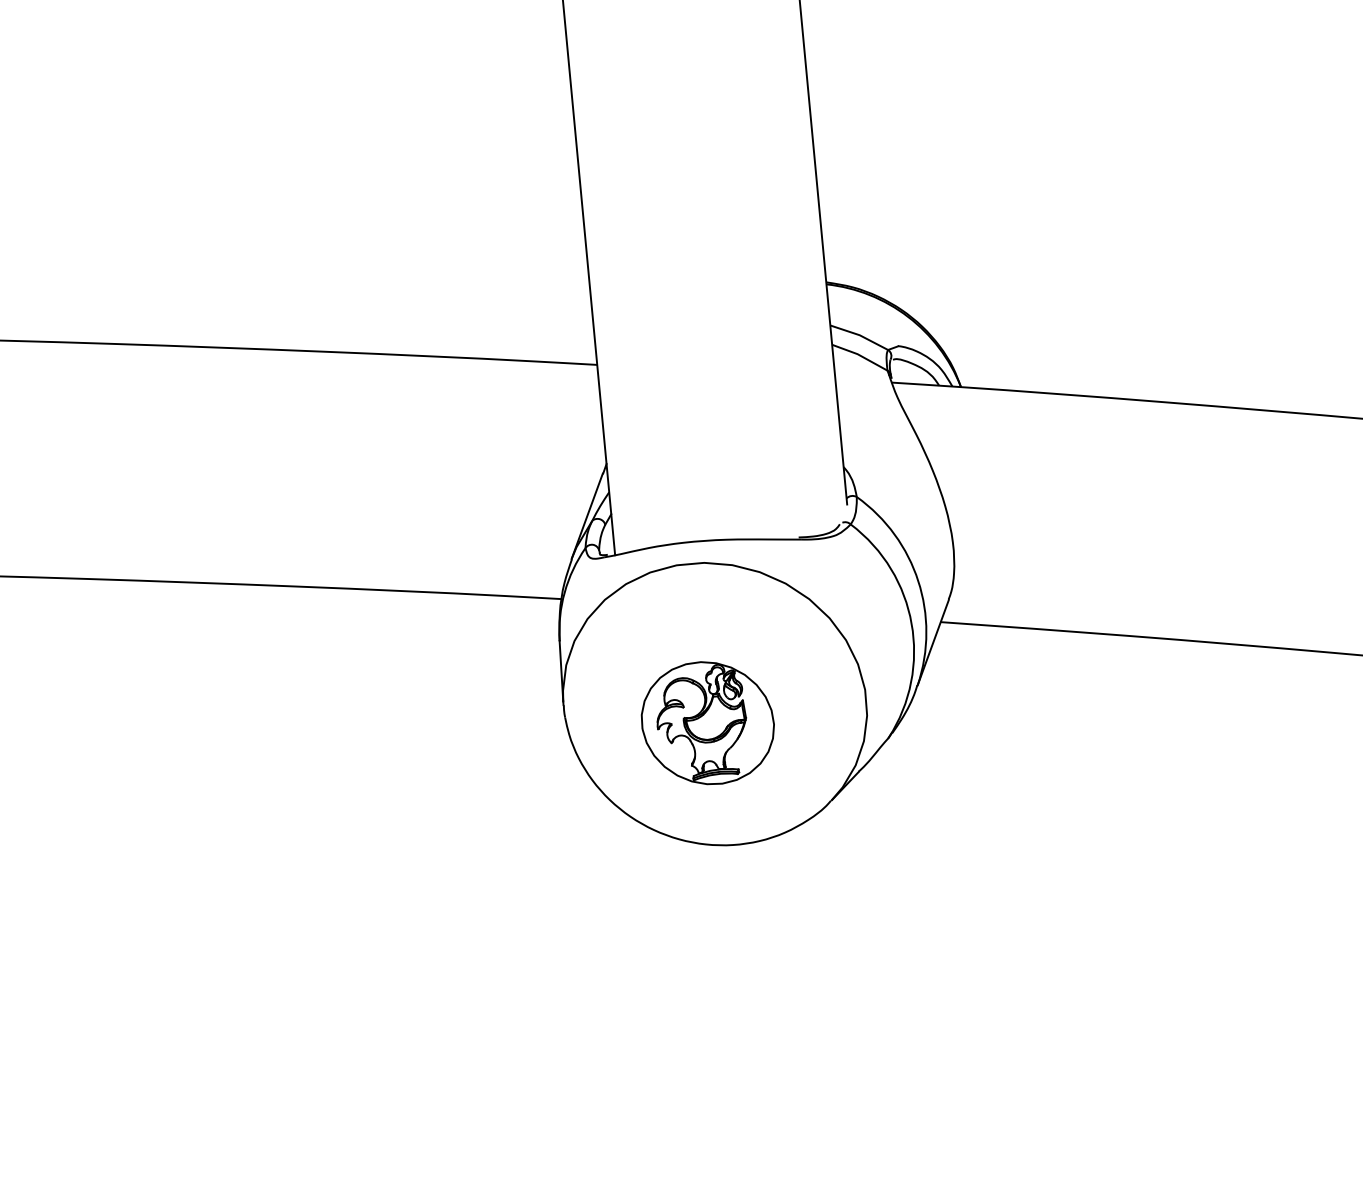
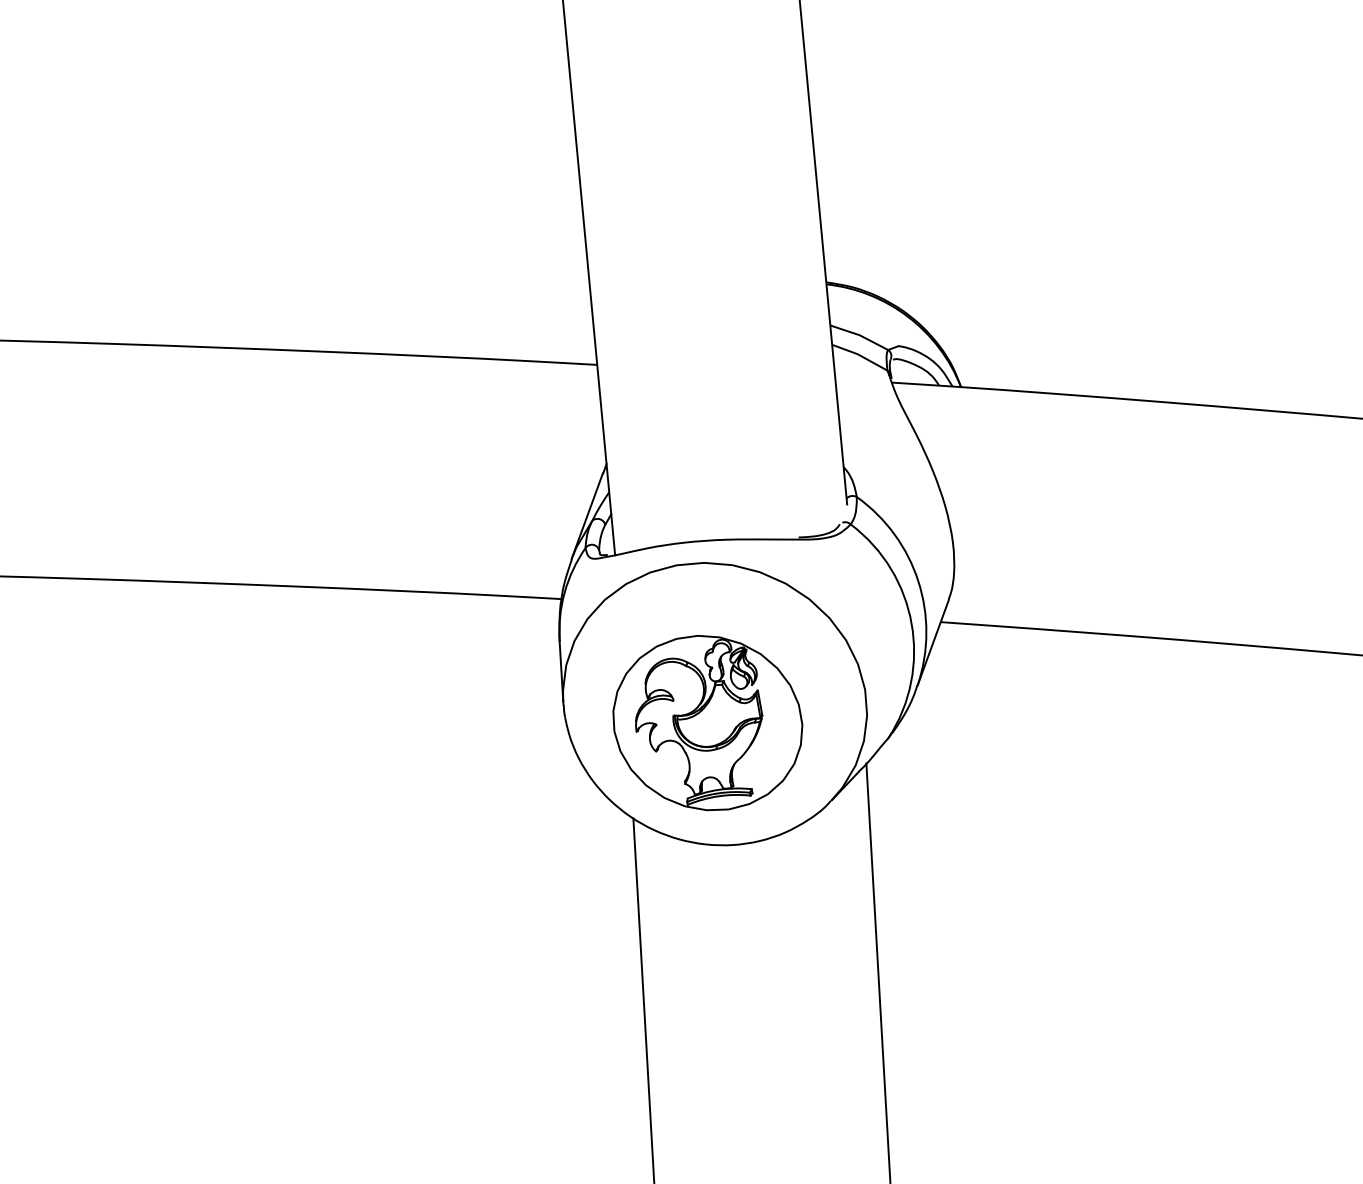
part at (707, 723) size: 135x125 px -> 192x177 px
line at (878, 971): none -> present
line at (643, 999): none -> present
